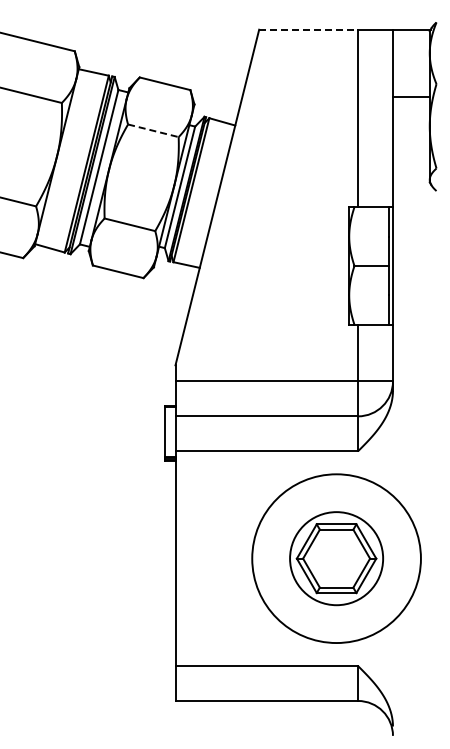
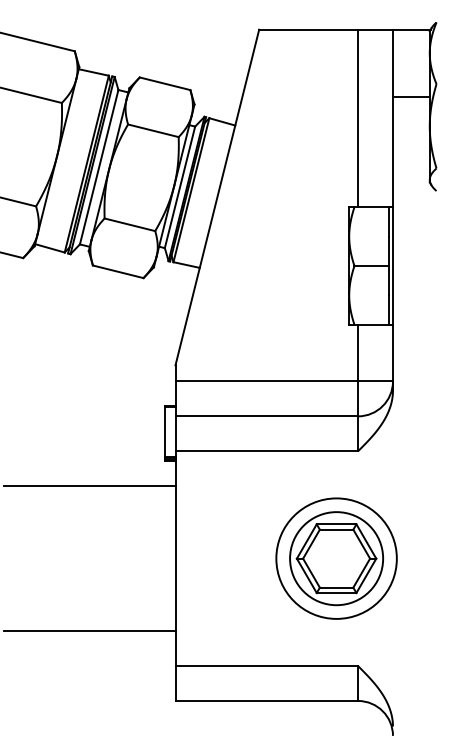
line at (309, 29): dashed -> solid
line at (153, 130): dashed -> solid
line at (89, 486): none -> present
circle at (336, 558) diameter: 169 px -> 121 px
line at (89, 631): none -> present
